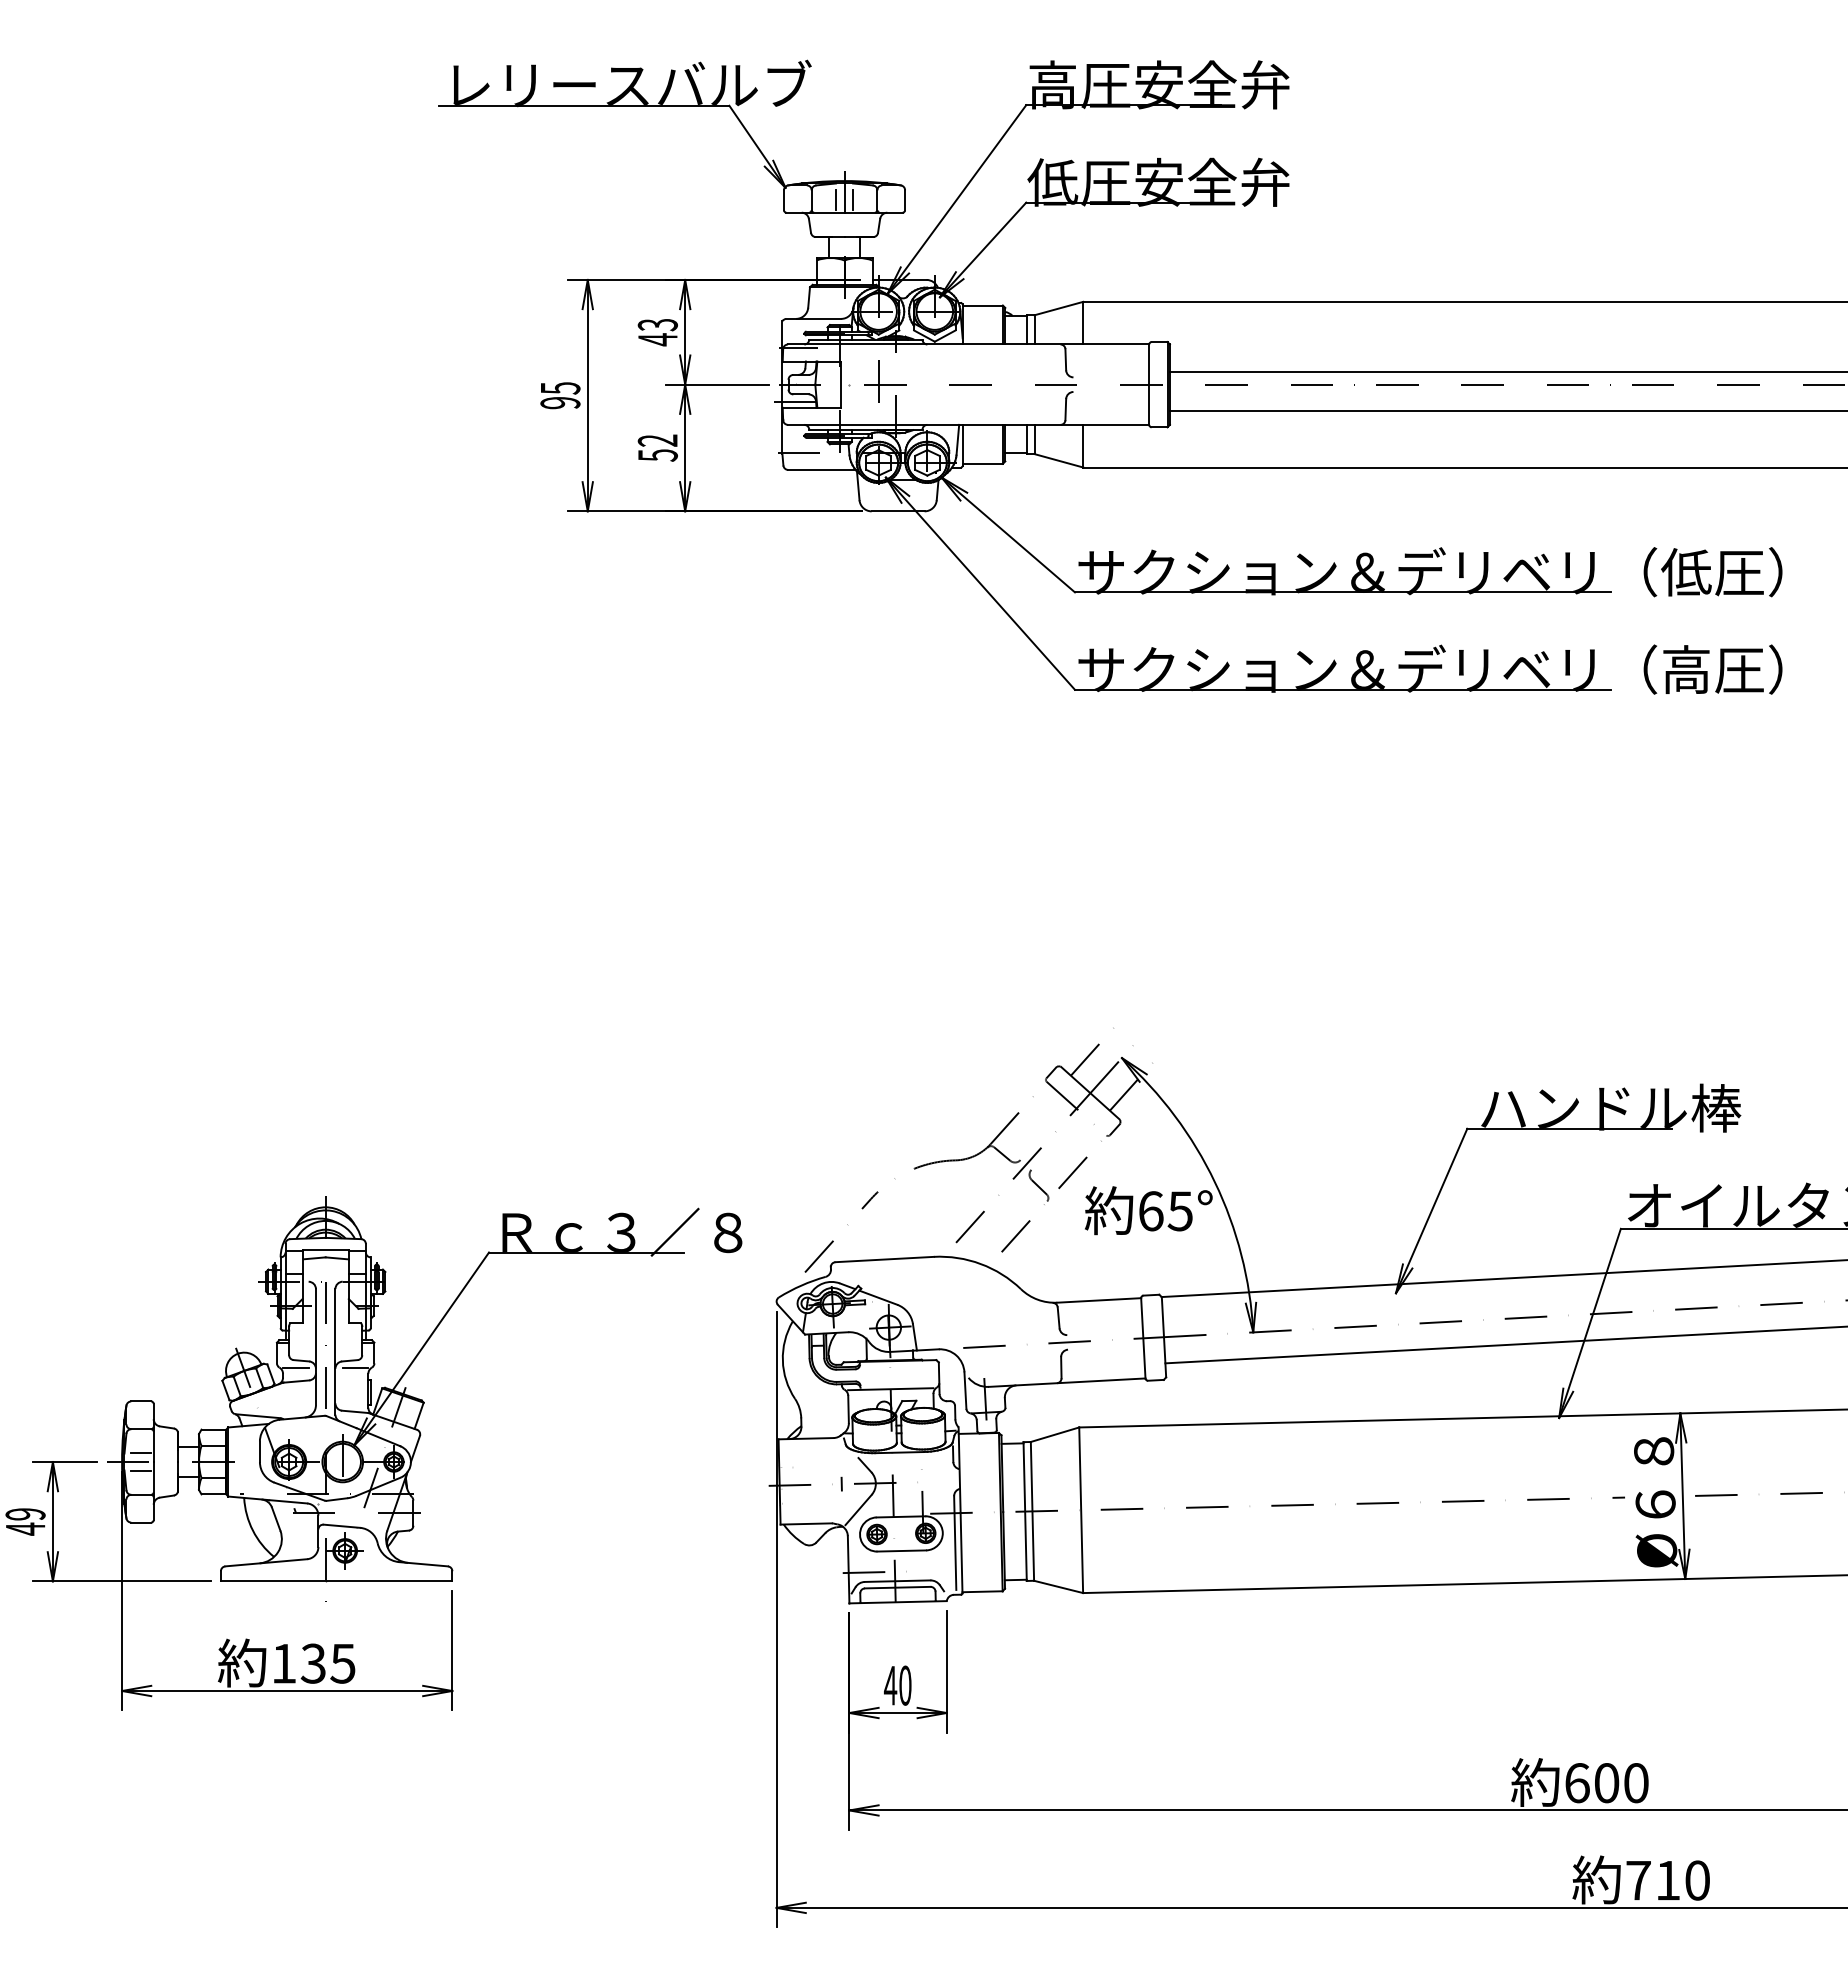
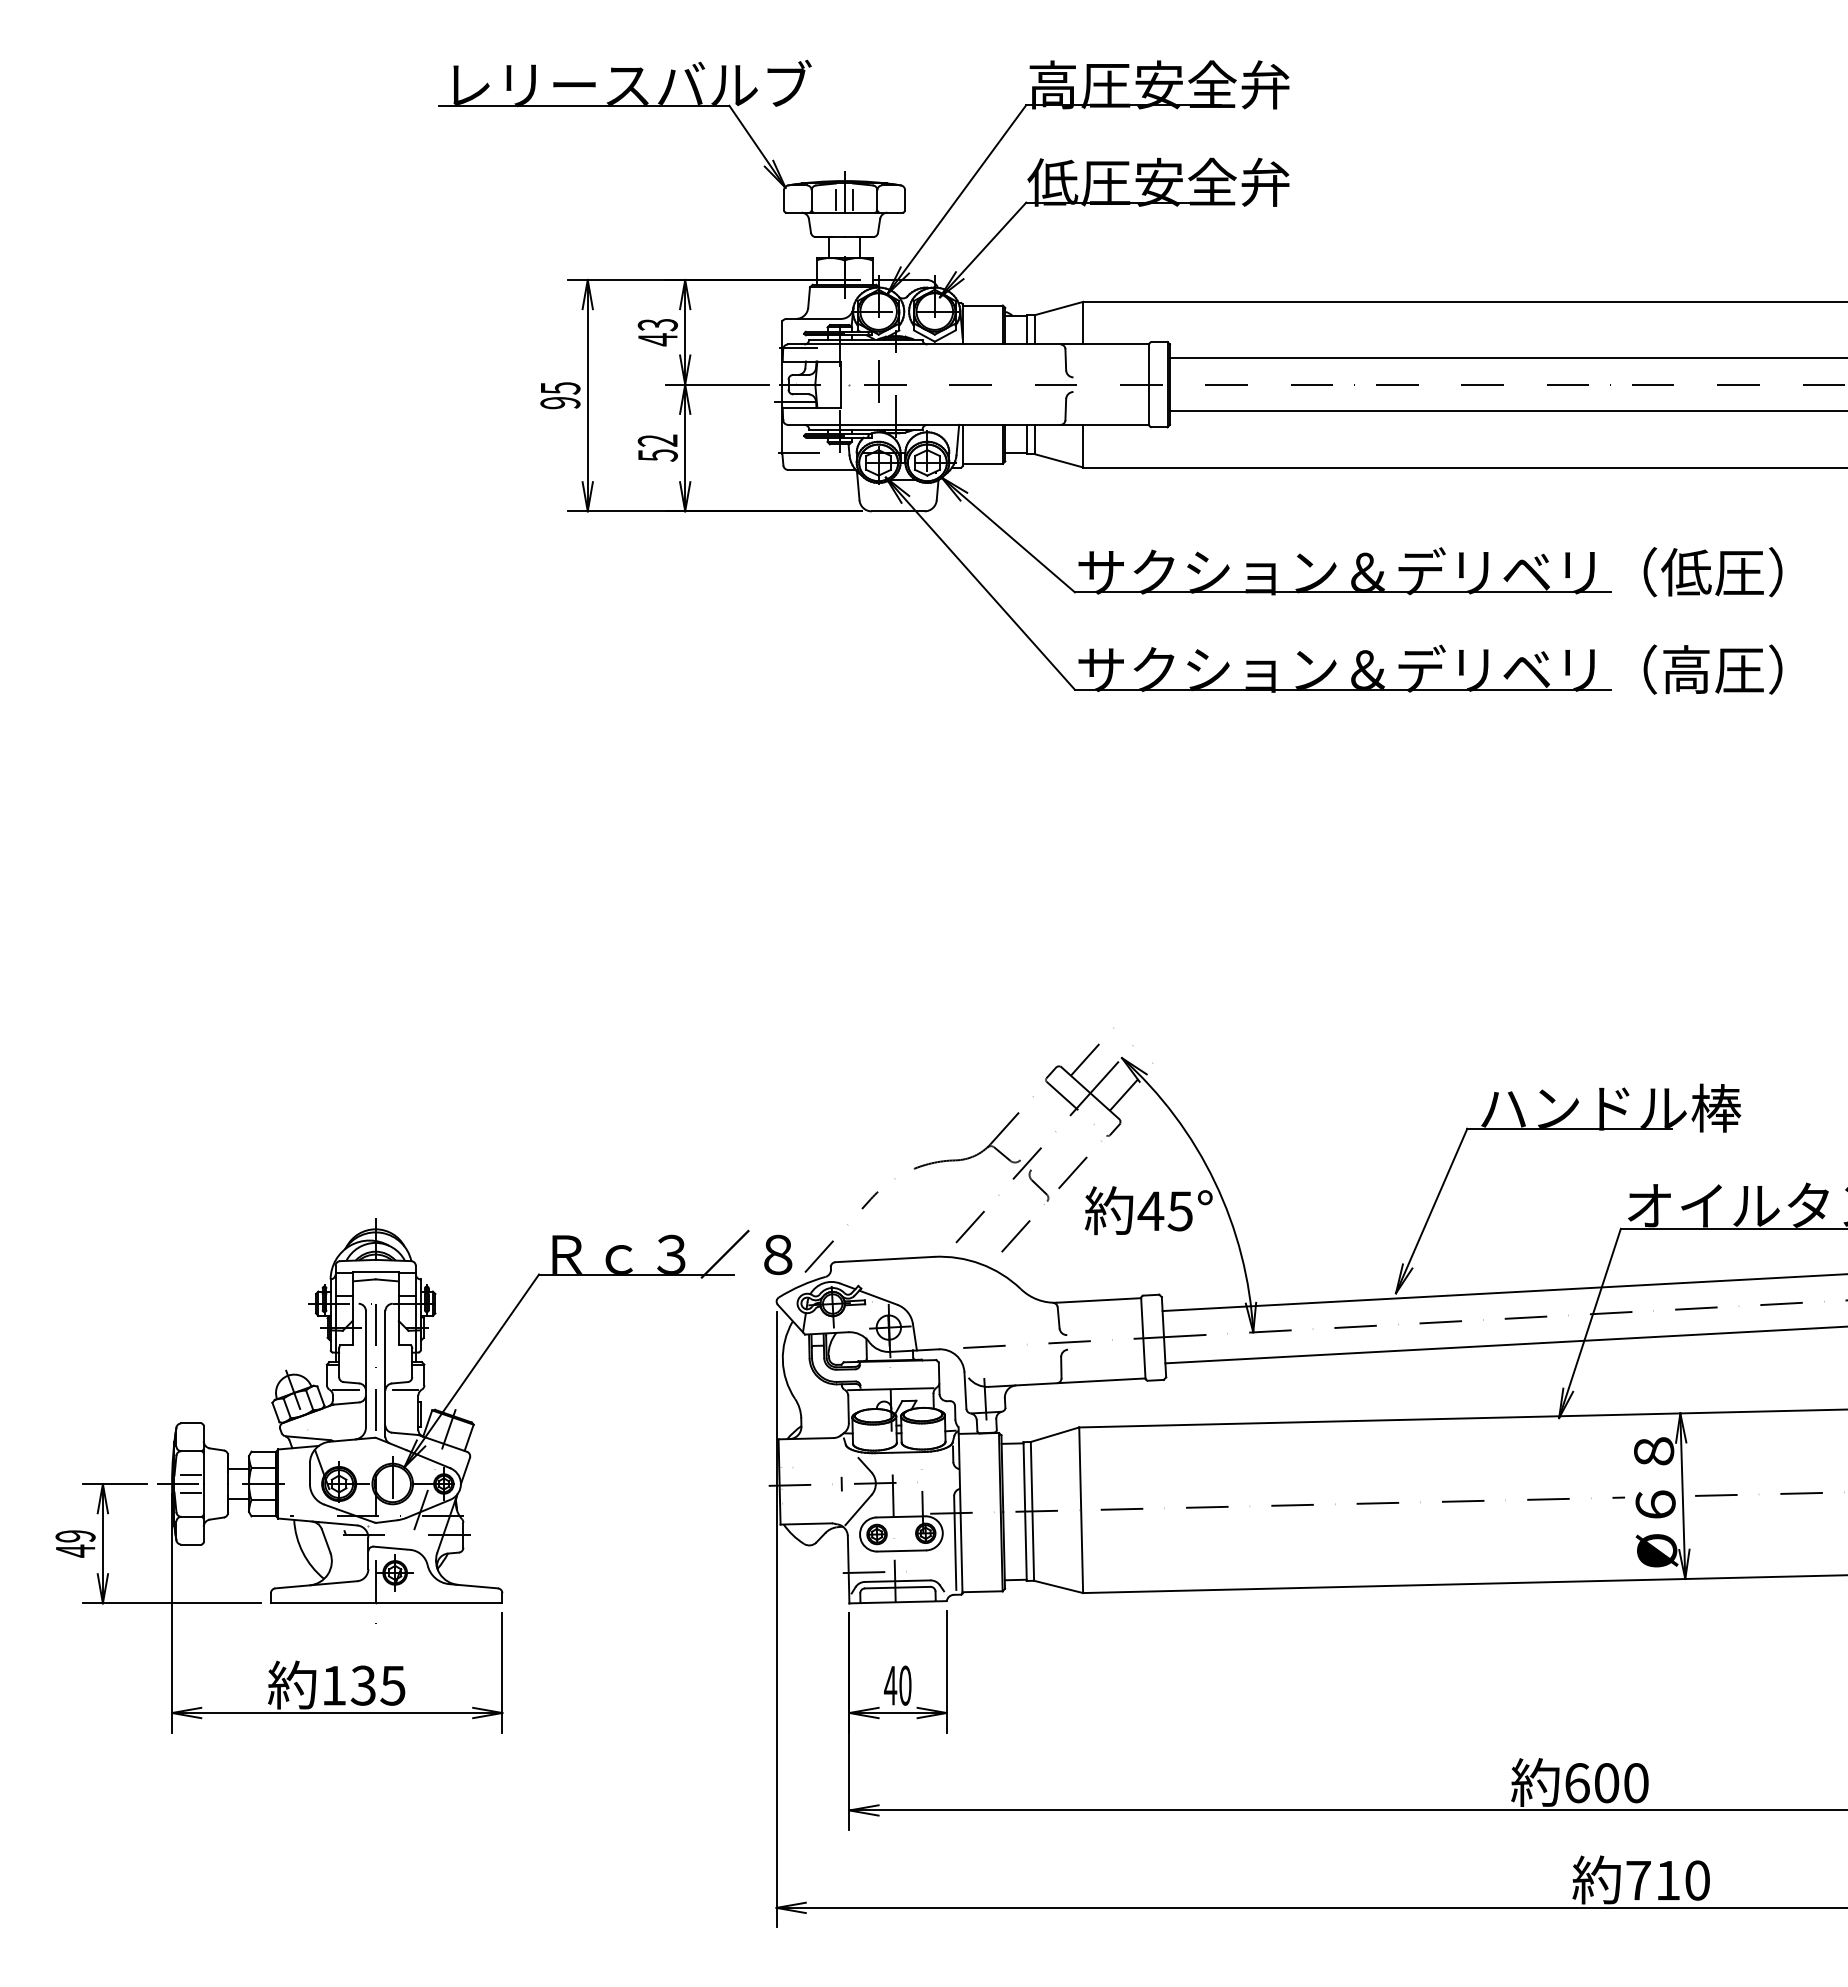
line at (1506, 372) position: (1506, 372) -> (1506, 358)
text at (1150, 1211): 65° -> 45°
line at (1502, 1278) position: (1502, 1278) -> (1503, 1292)
part at (373, 1453) position: (373, 1453) -> (423, 1475)
